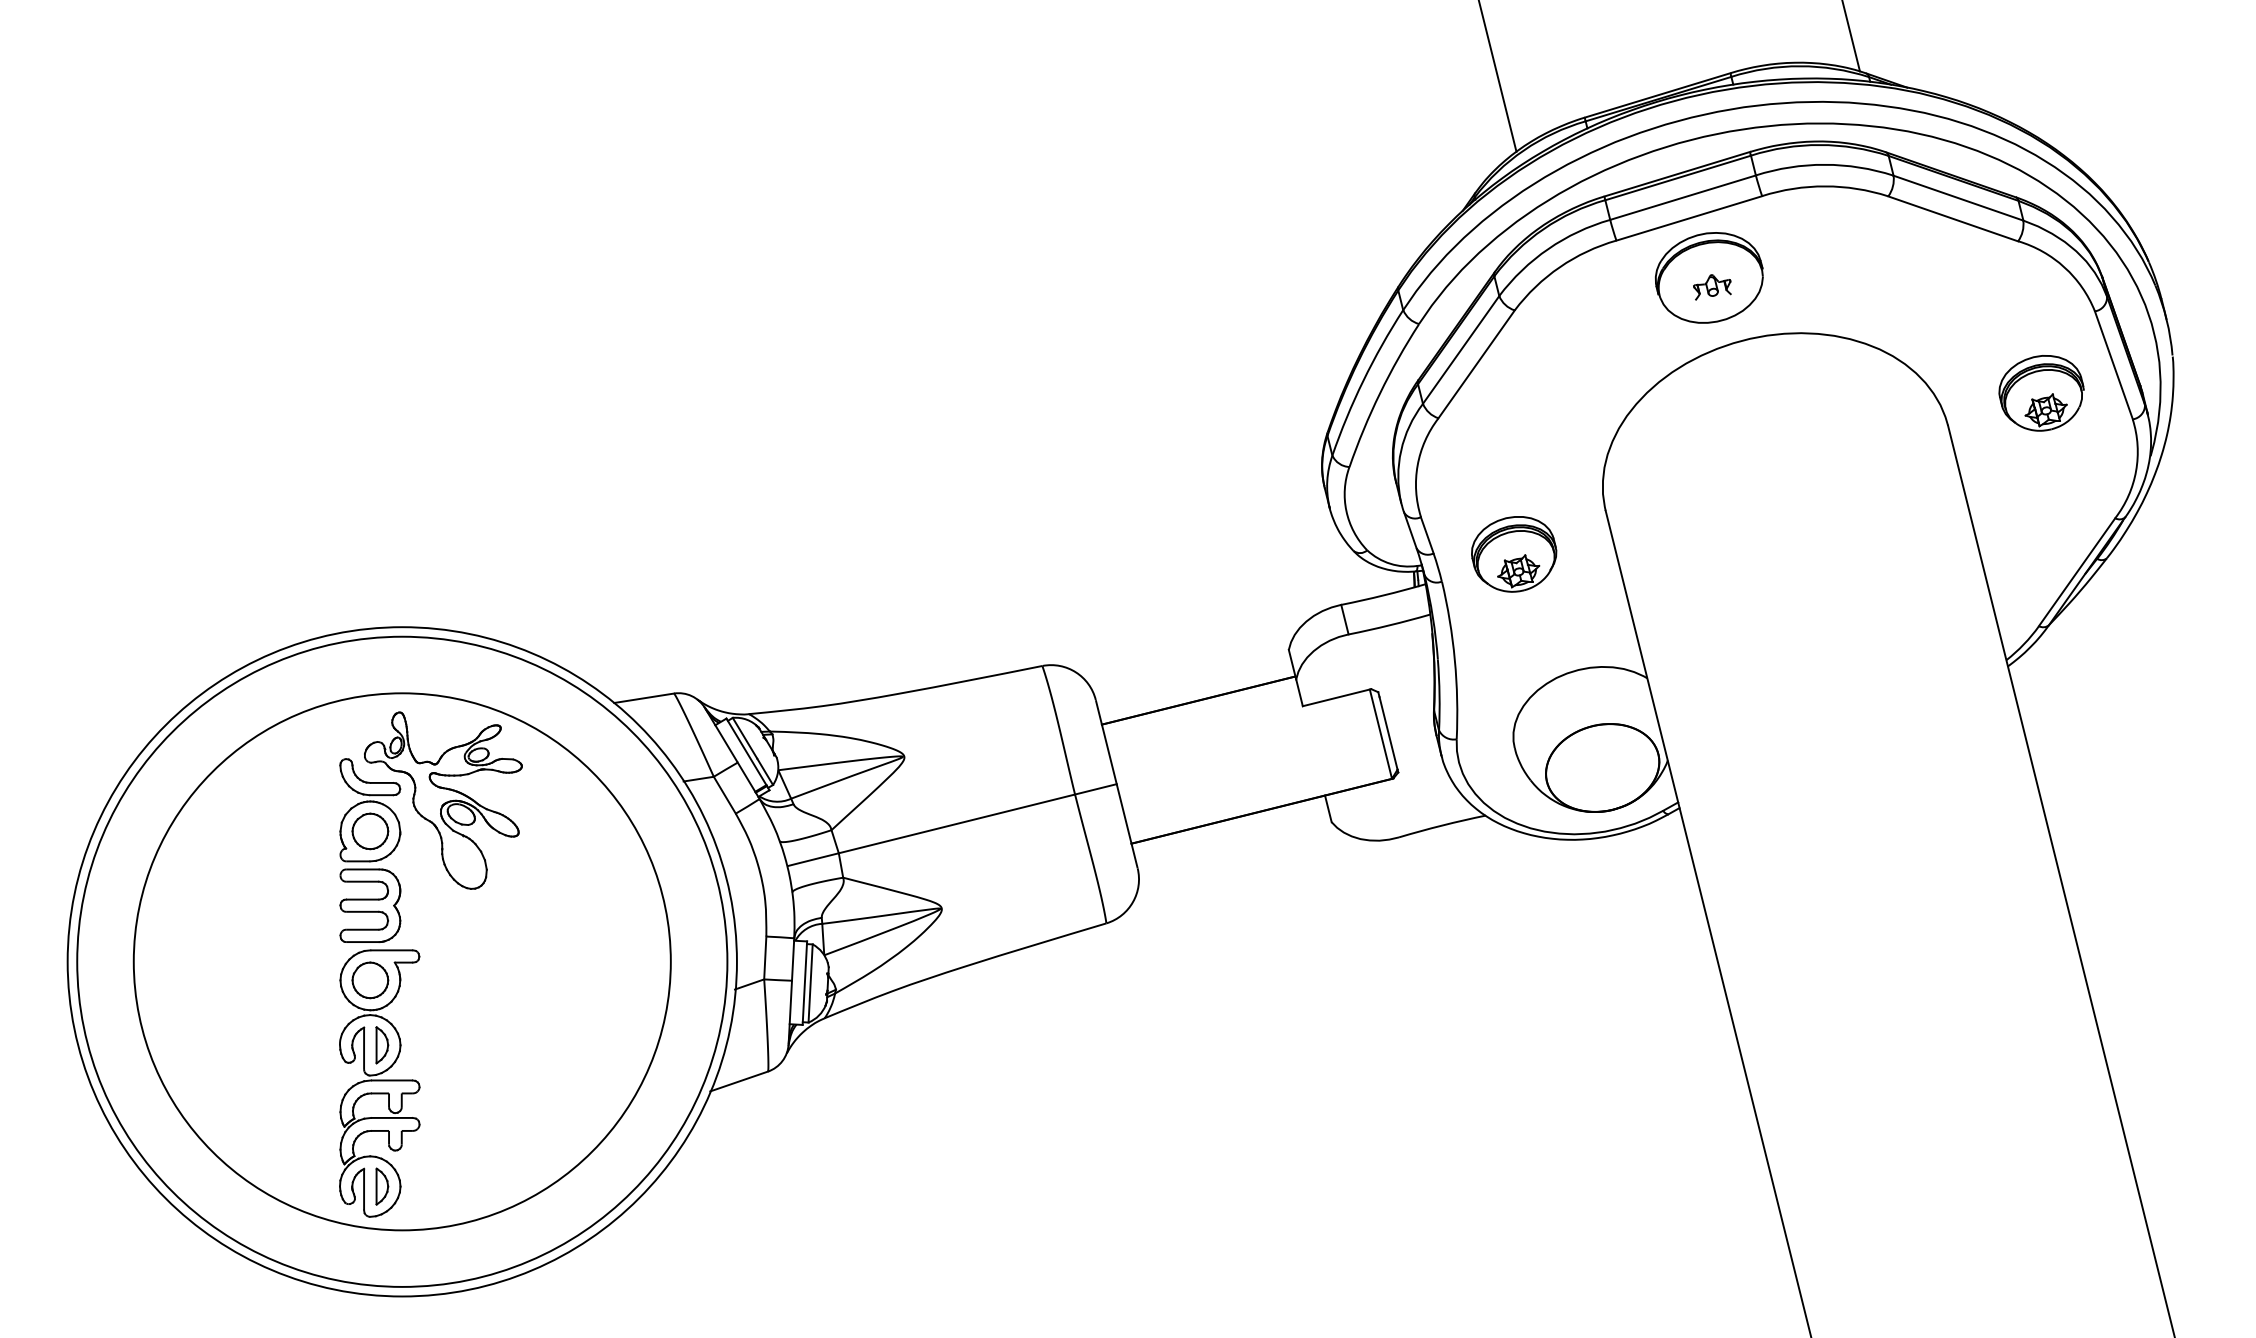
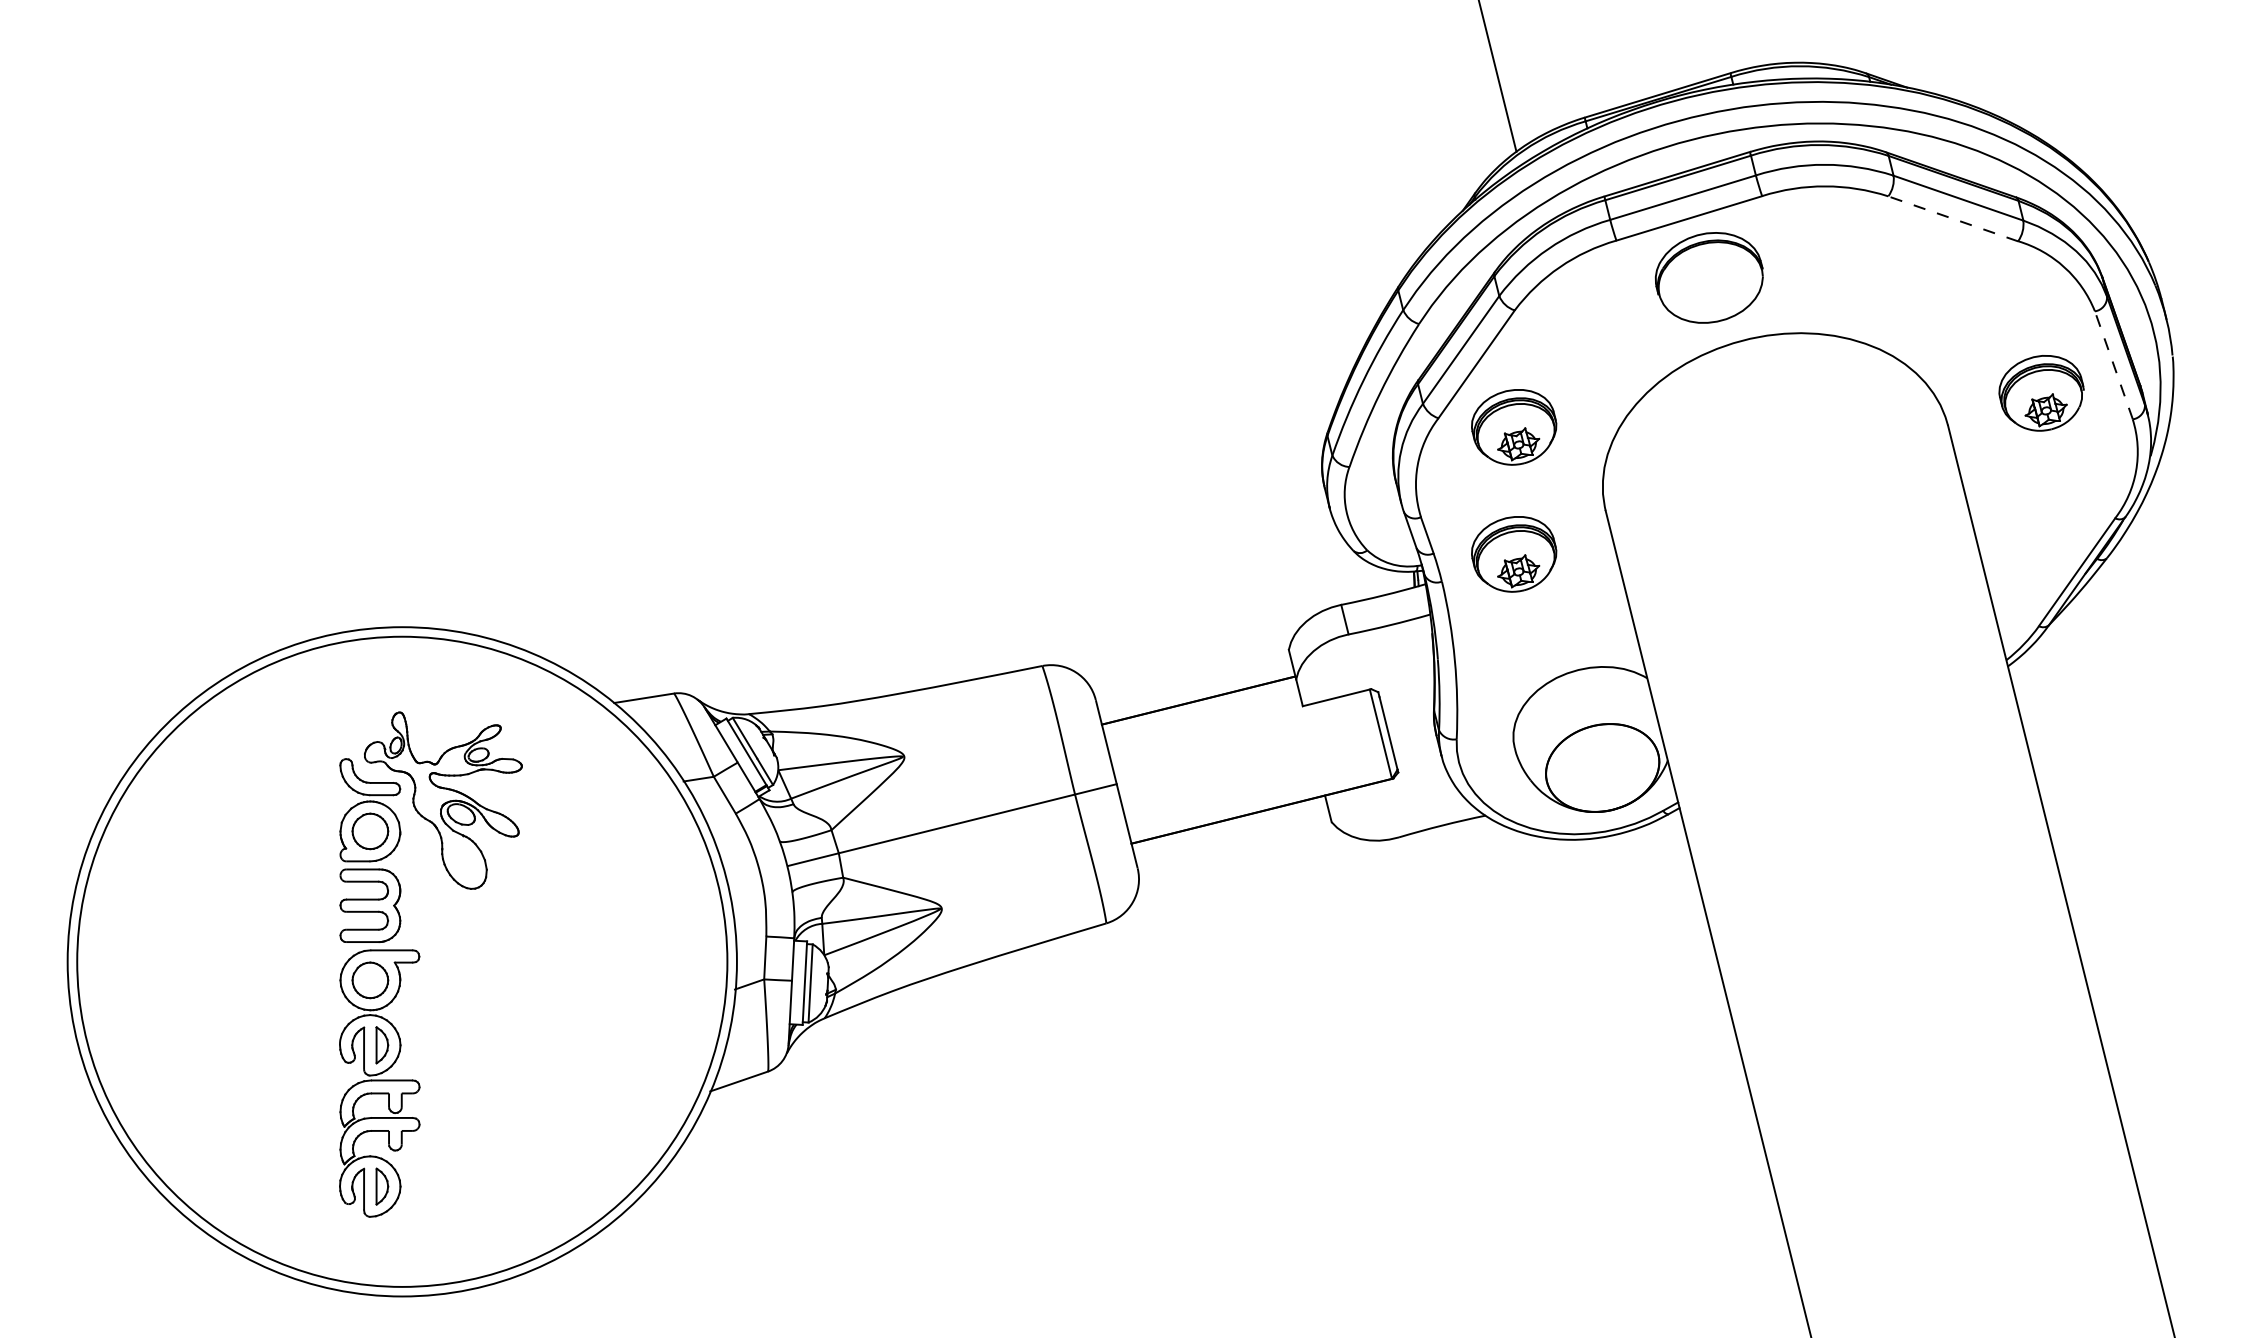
line at (1850, 36): present -> none
line at (1953, 218): solid -> dashed
part at (1712, 287): present -> none
line at (2113, 364): solid -> dashed
part at (1514, 427): none -> present
circle at (401, 961): present -> none
